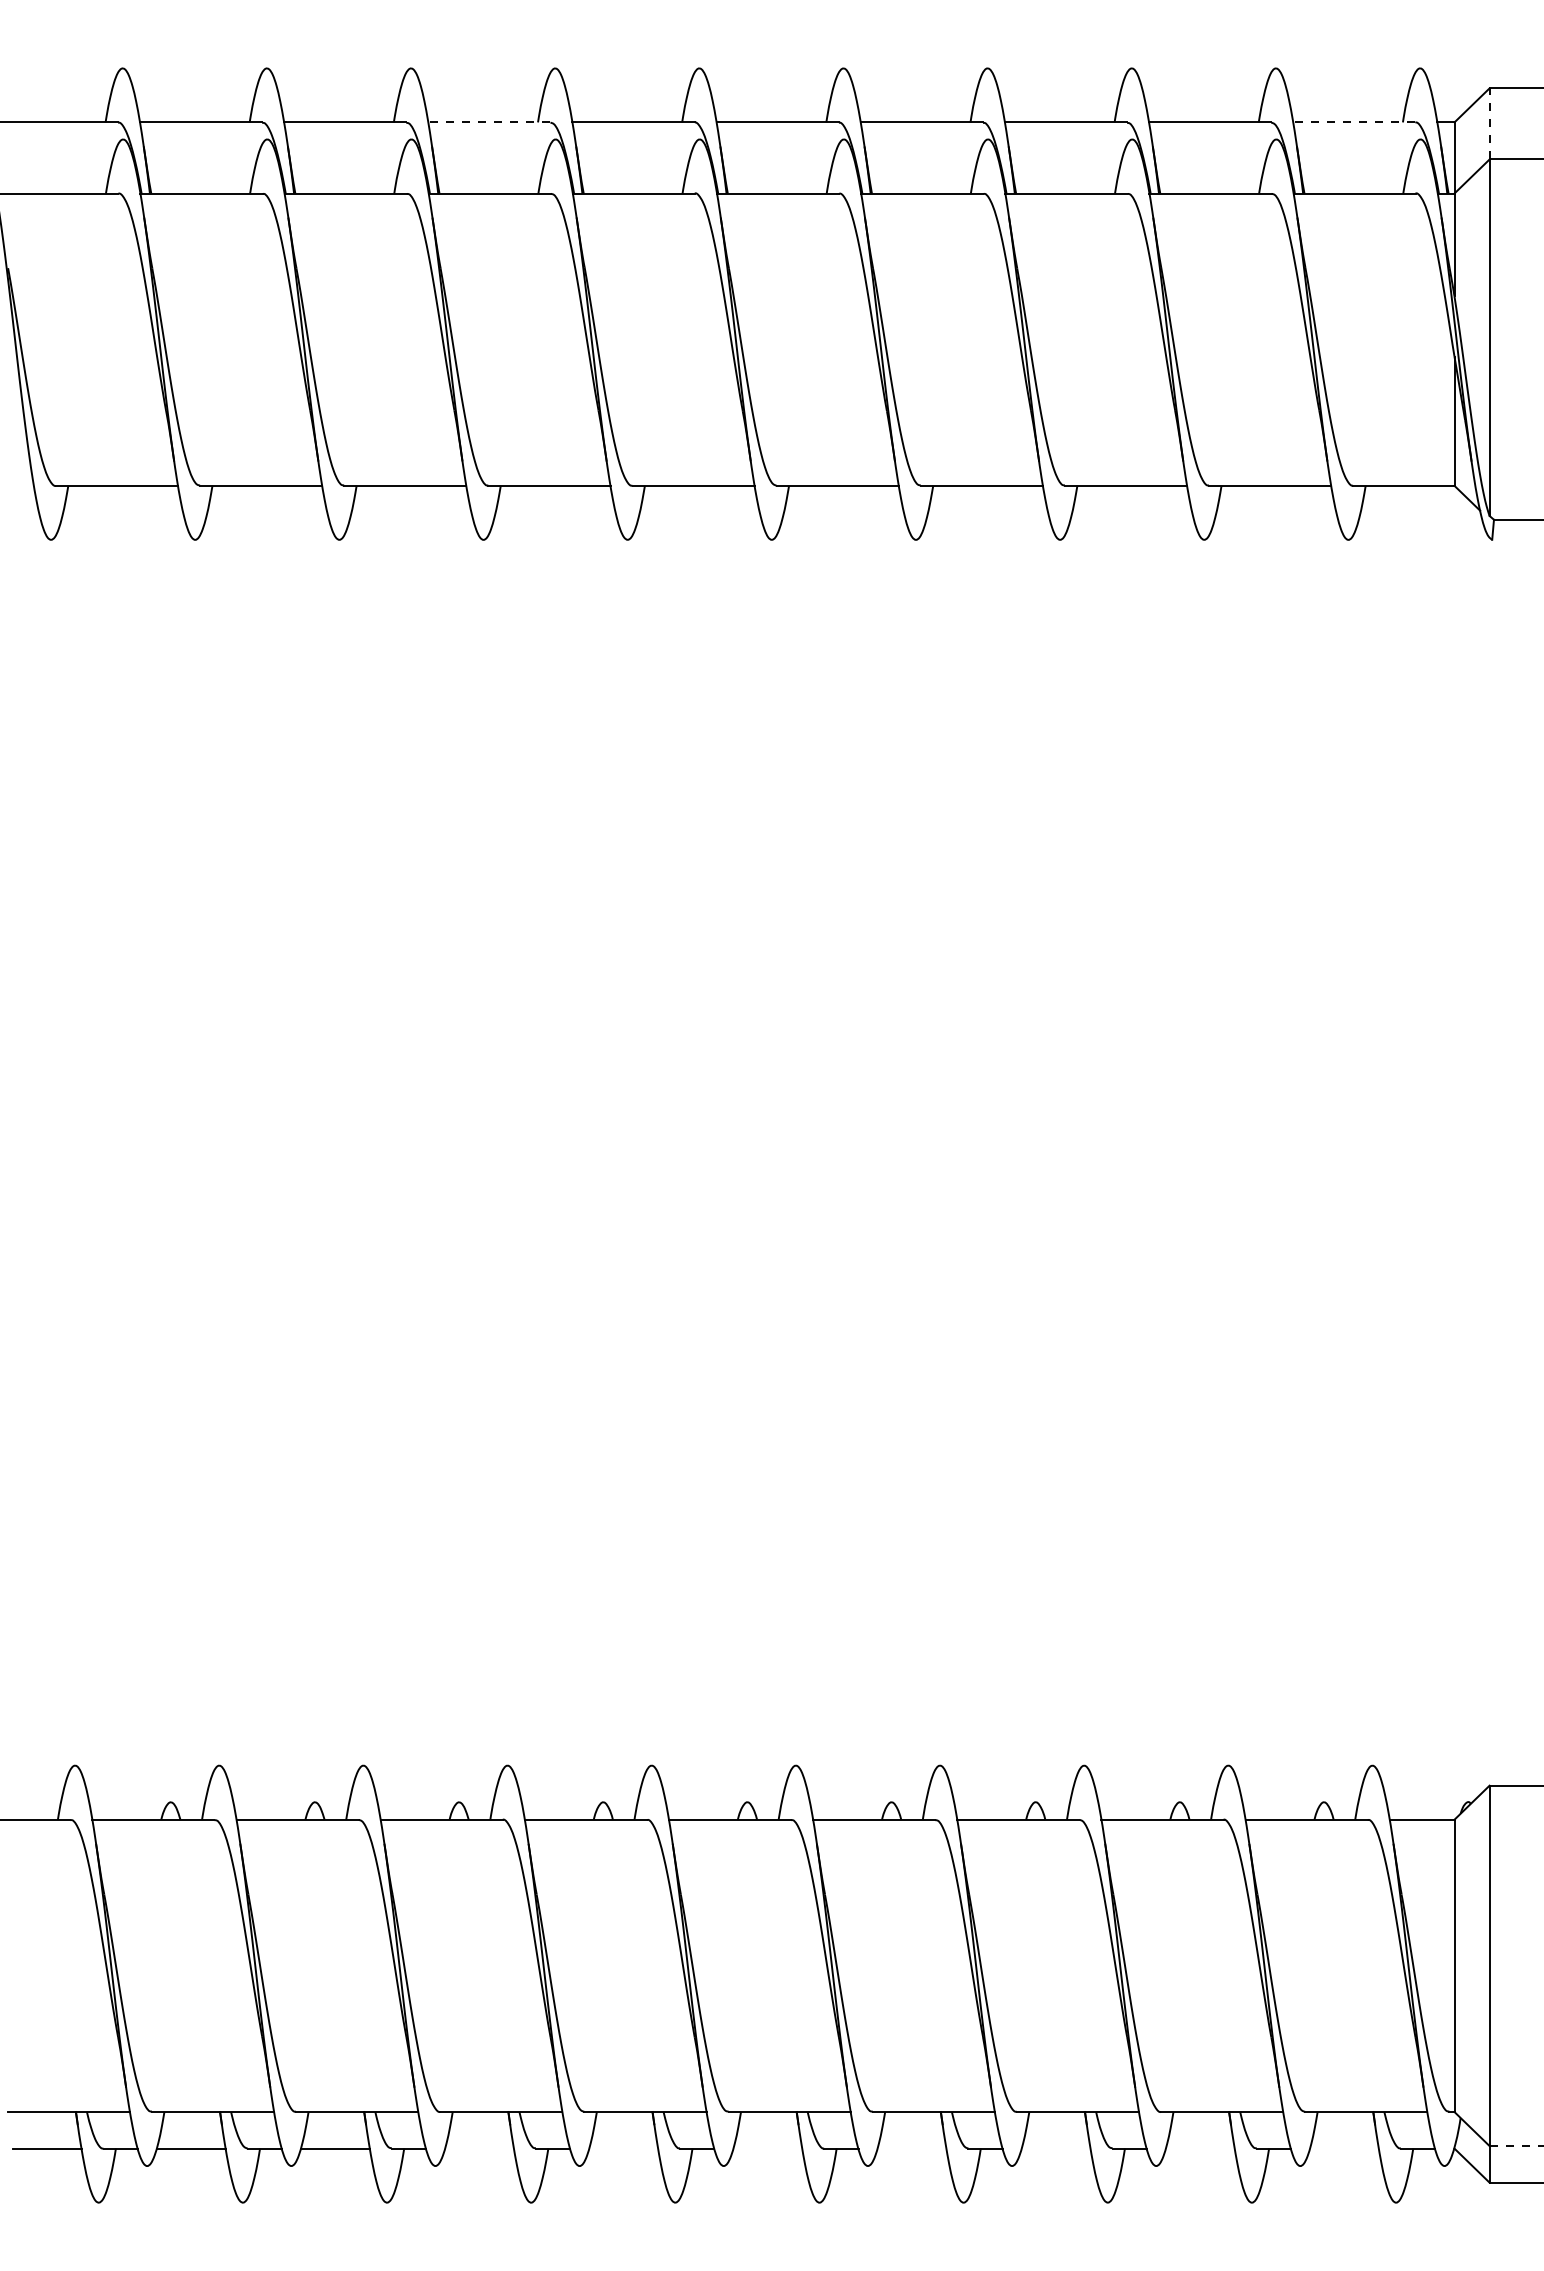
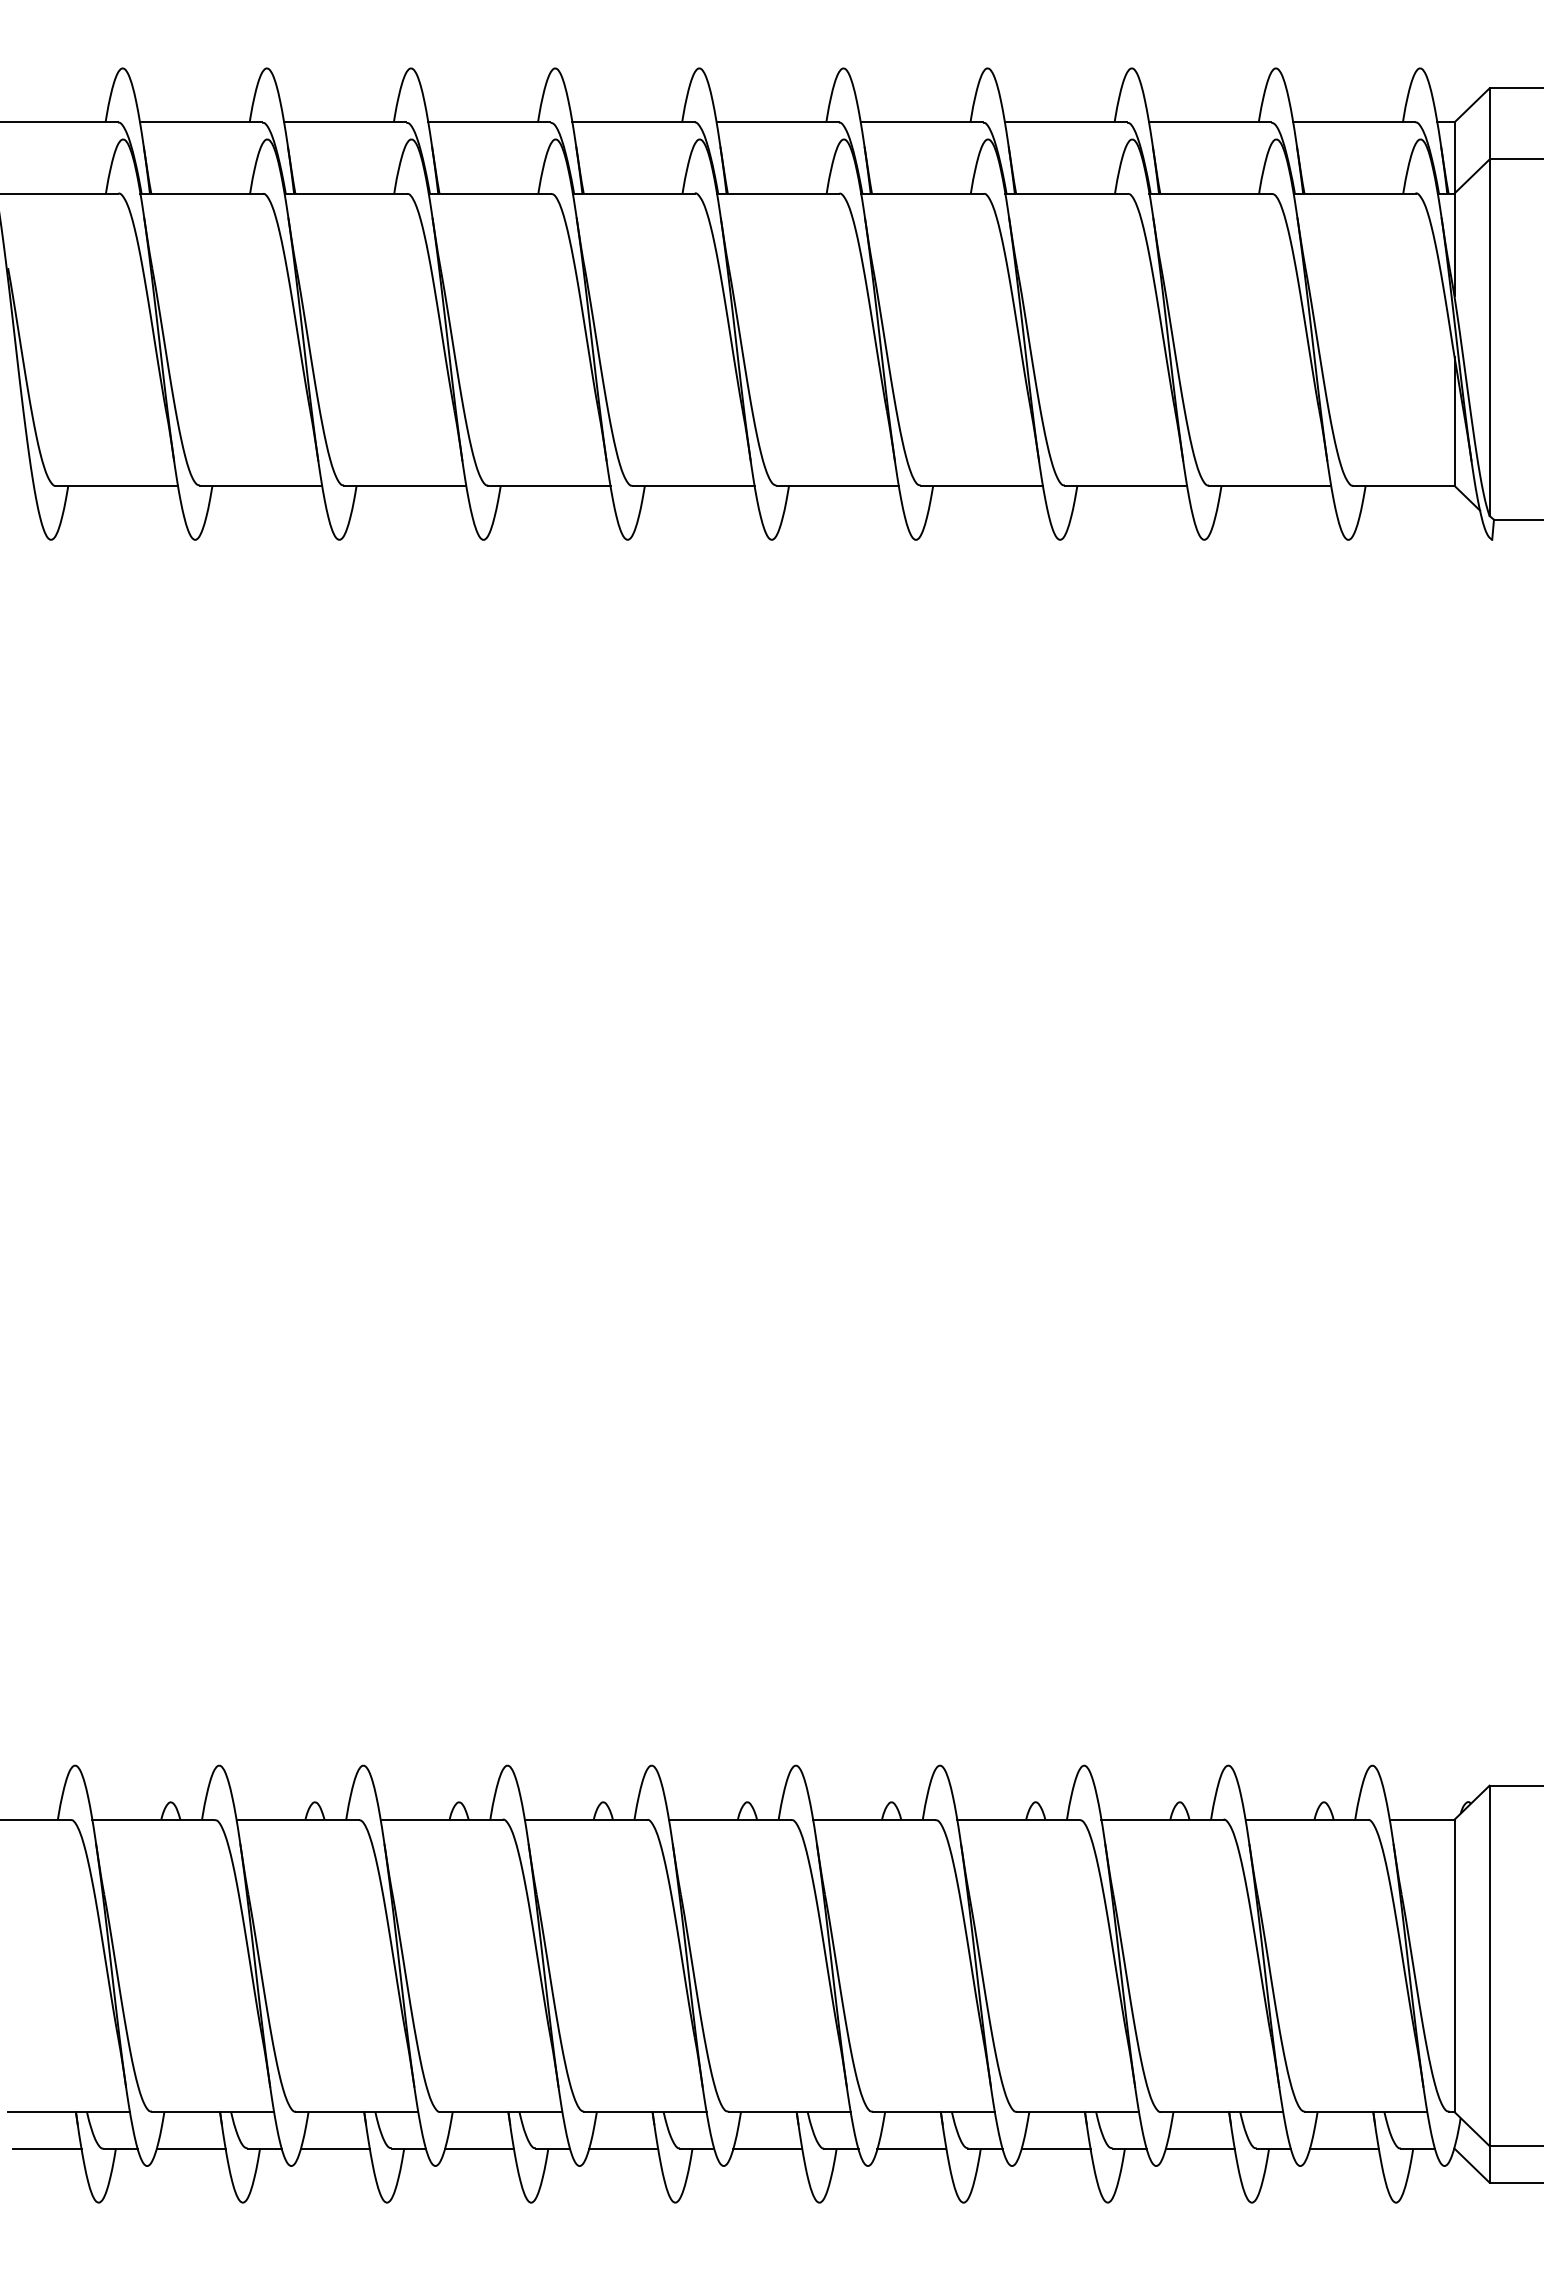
line at (488, 122): dashed -> solid
line at (1353, 122): dashed -> solid
line at (1489, 123): dashed -> solid
line at (1516, 2146): dashed -> solid
line at (479, 2148): none -> present
line at (623, 2148): none -> present
line at (767, 2148): none -> present
line at (911, 2148): none -> present
line at (1055, 2148): none -> present
line at (1199, 2148): none -> present
line at (1343, 2148): none -> present
